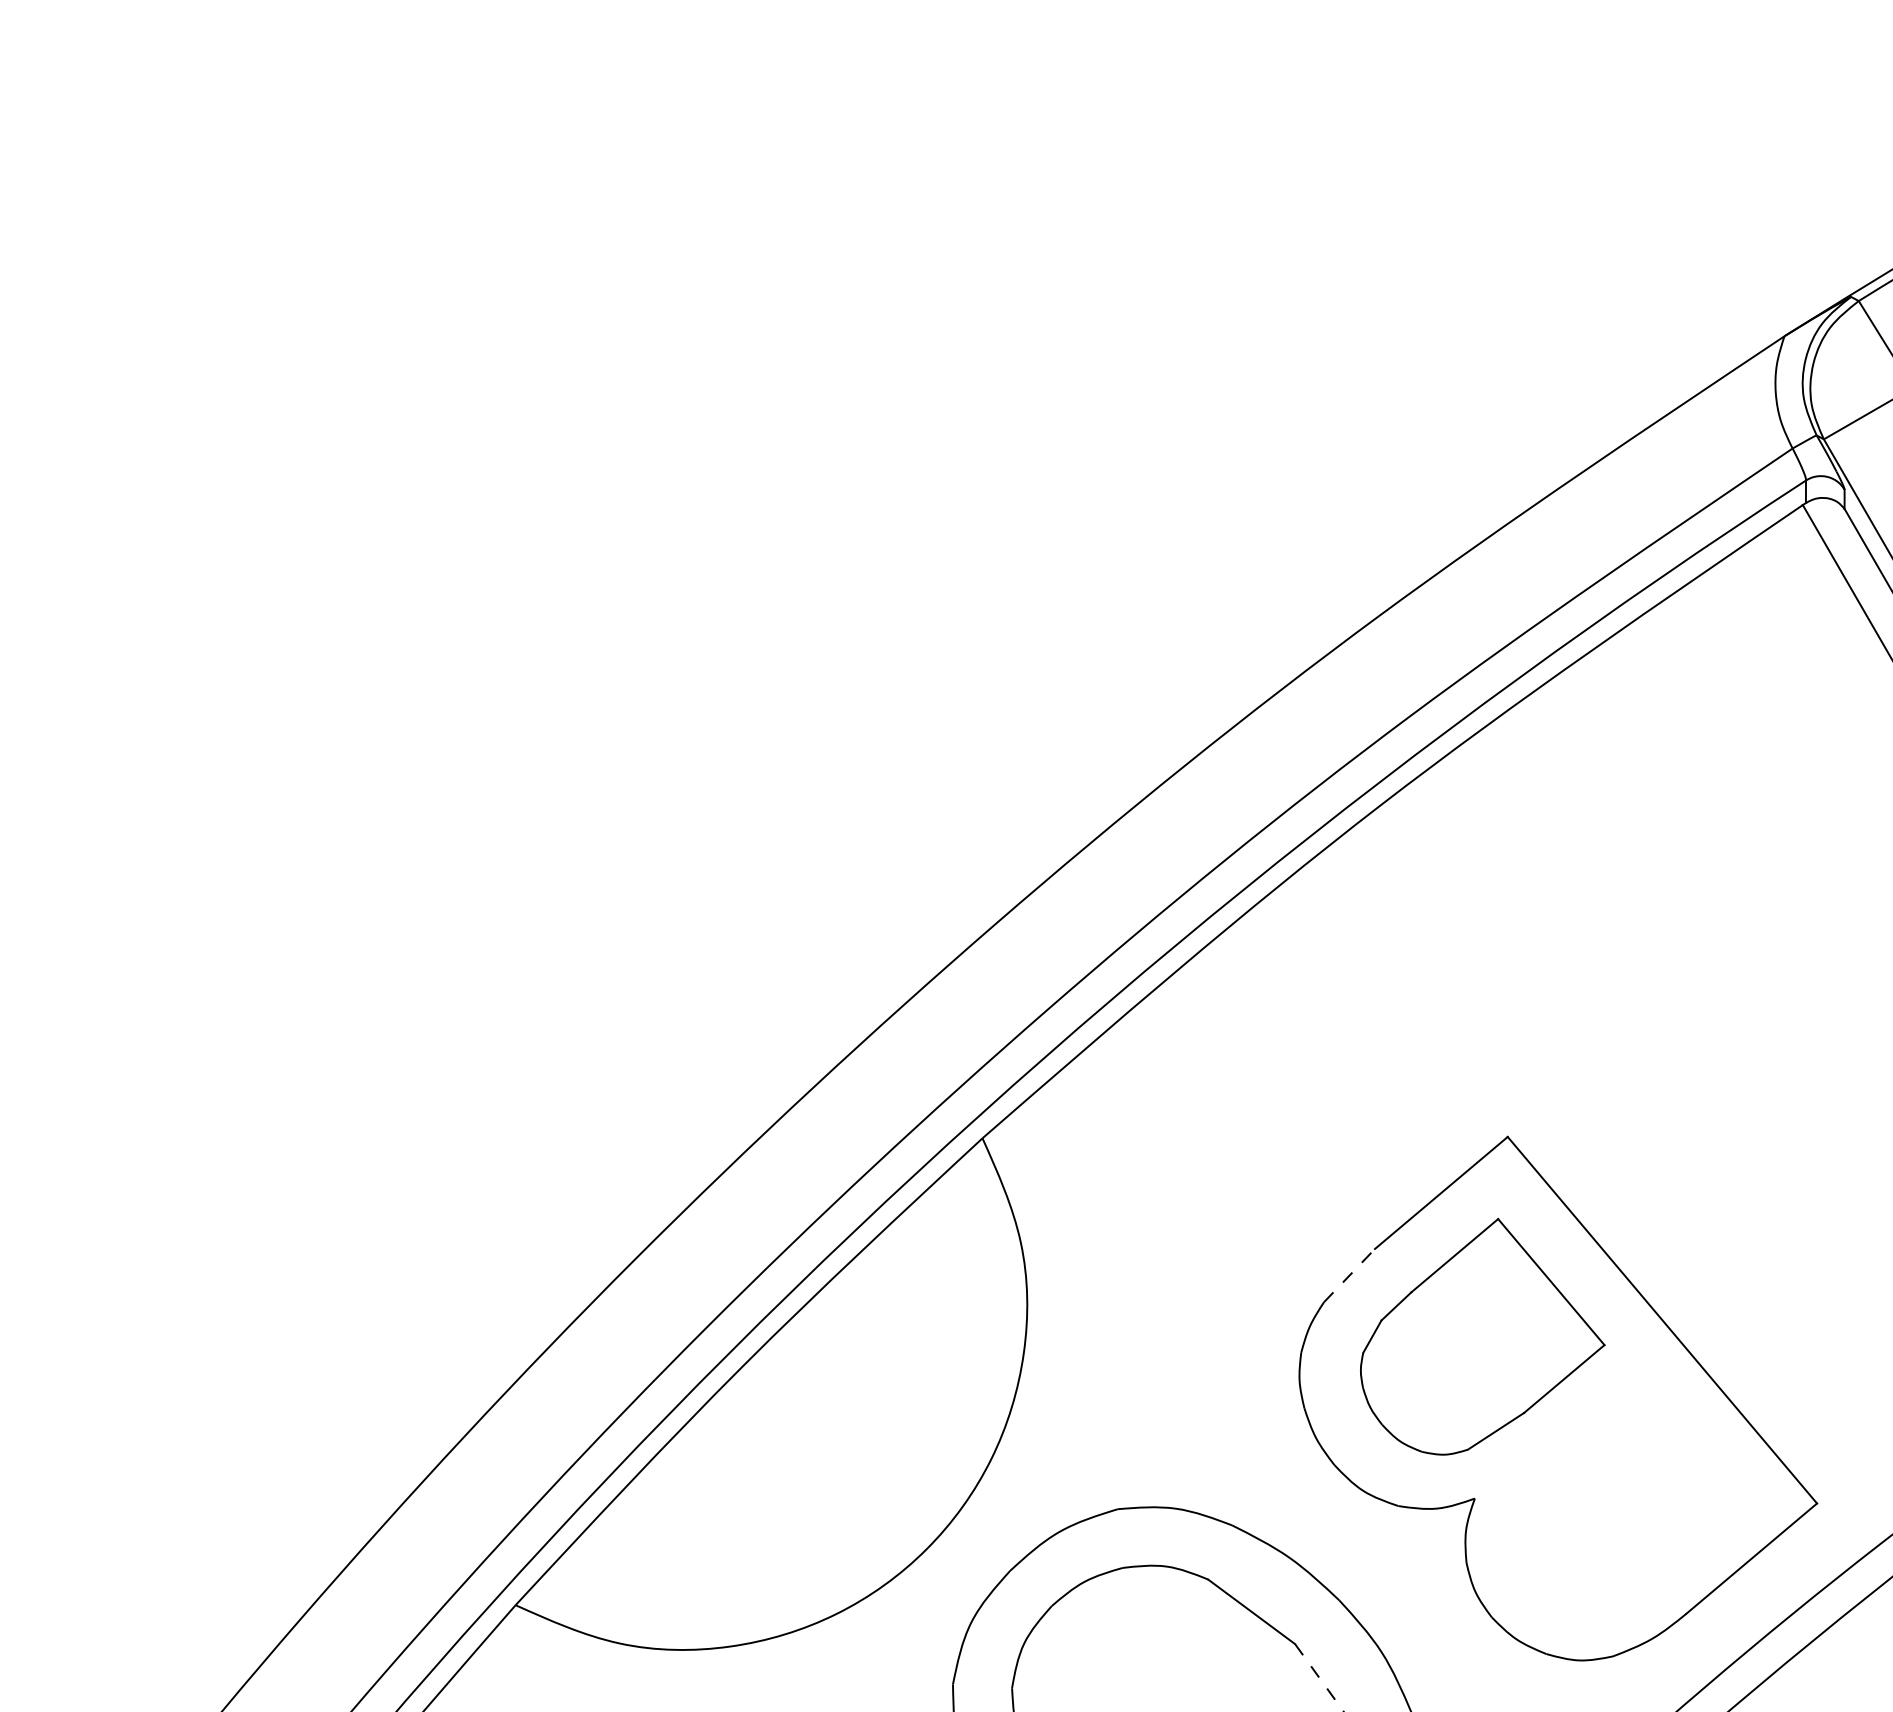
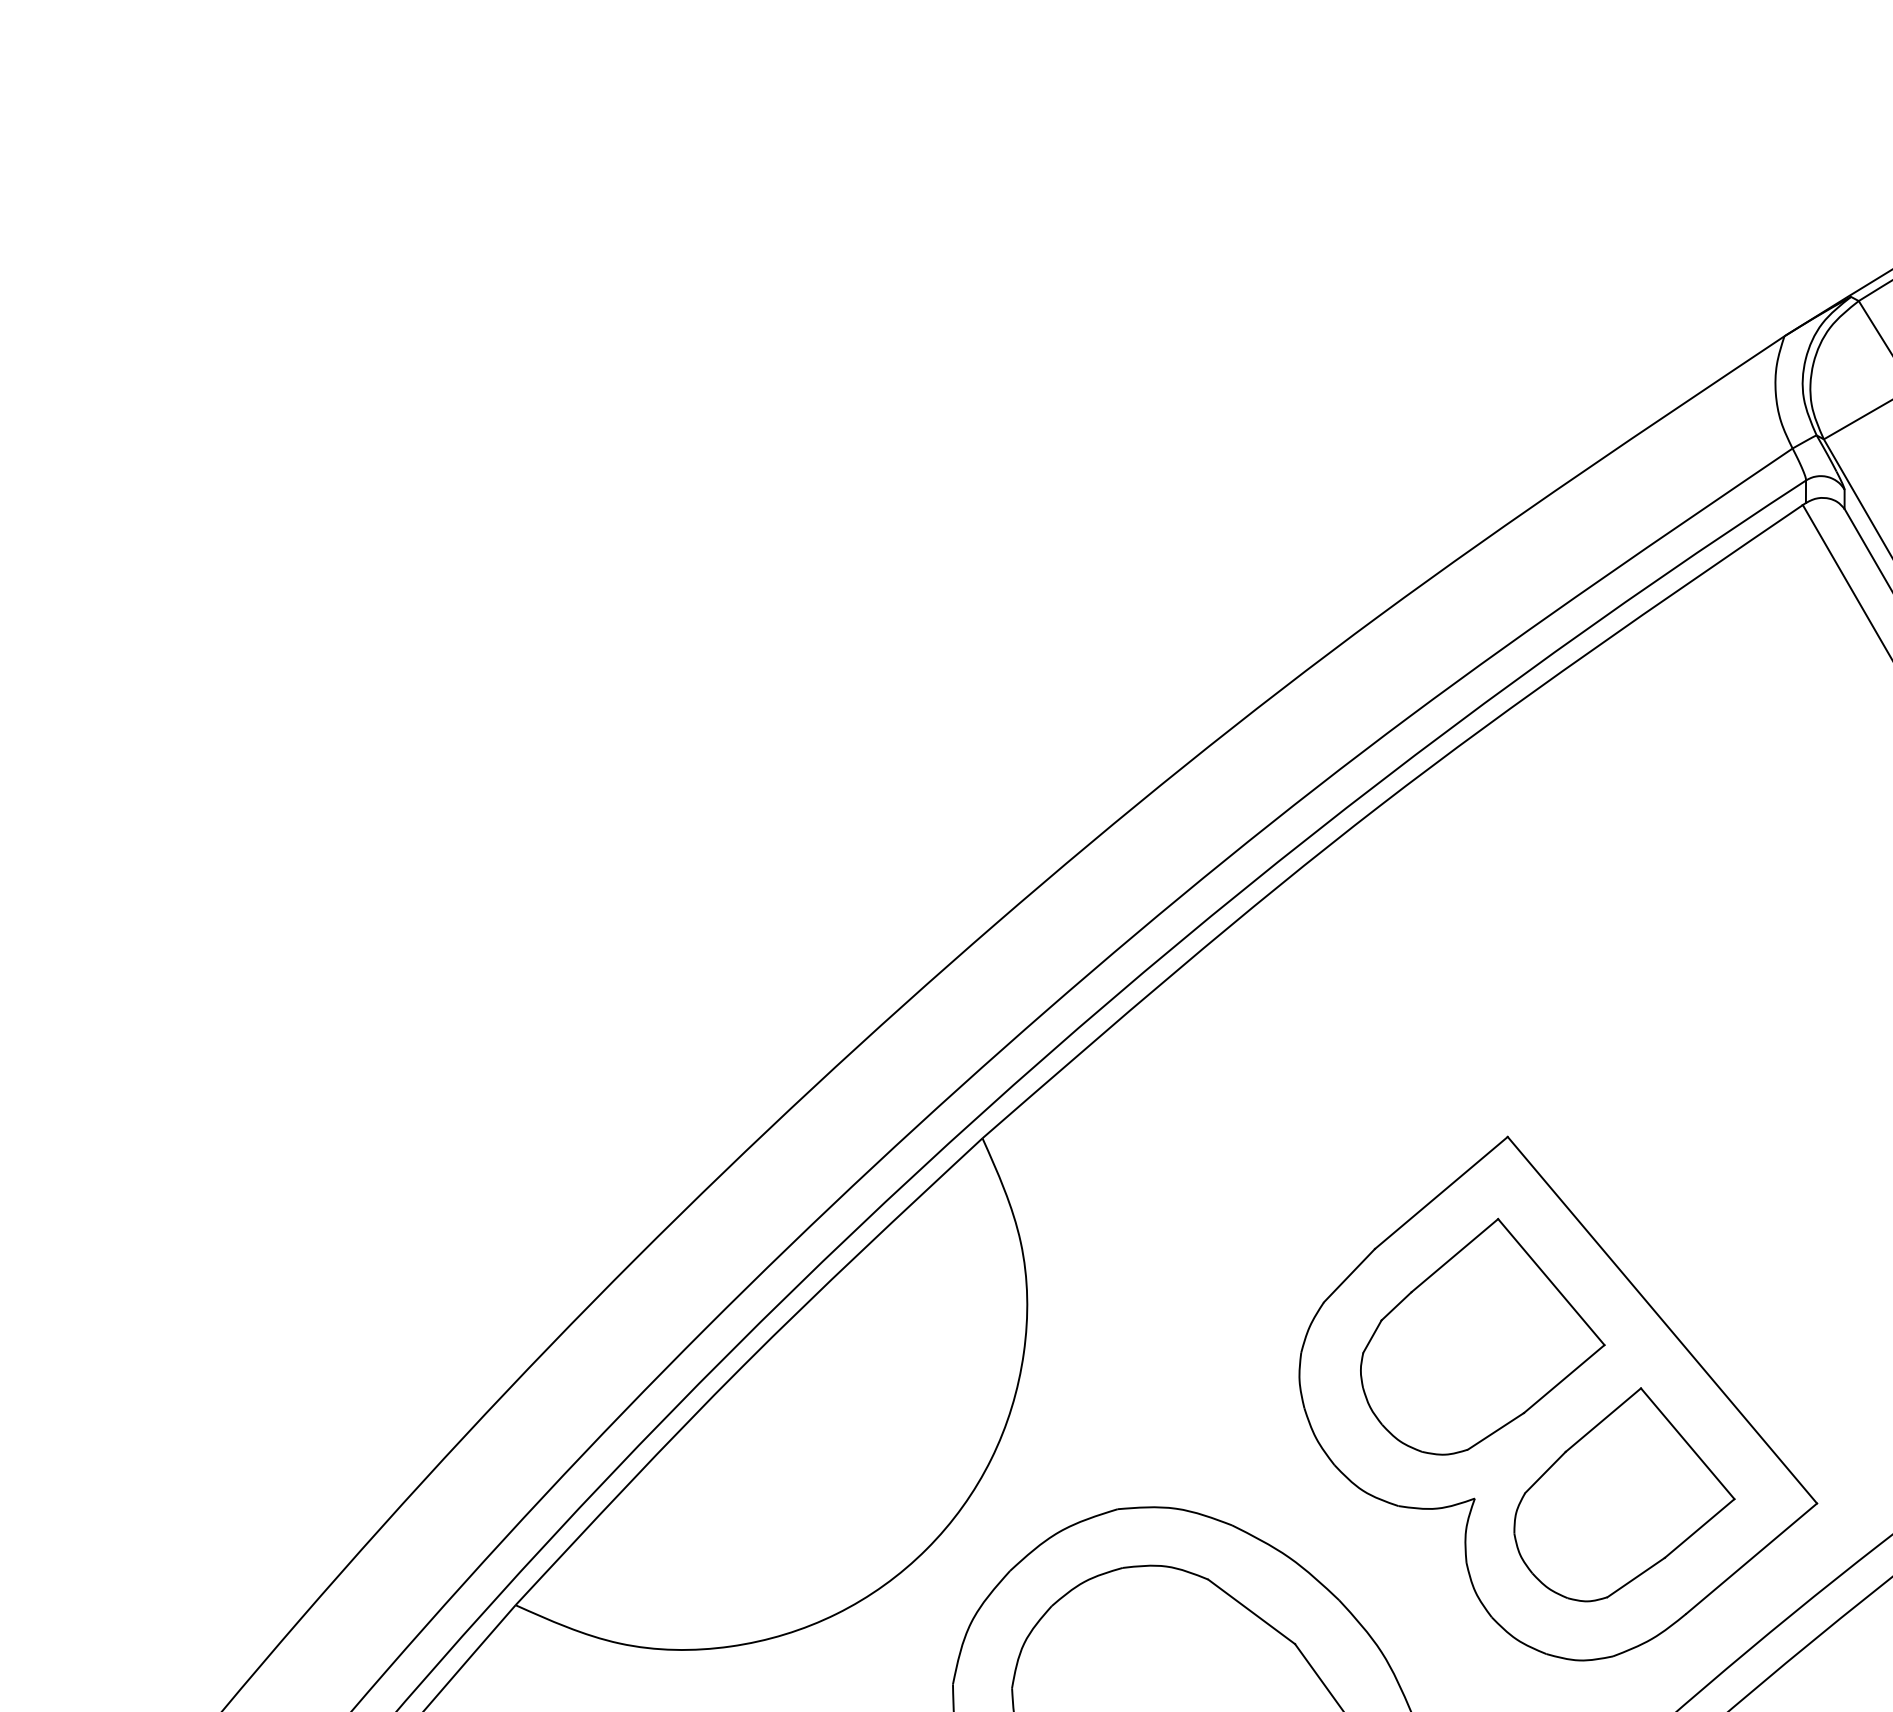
line at (1349, 1275): dashed -> solid
part at (1624, 1494): none -> present
line at (1319, 1677): dashed -> solid
